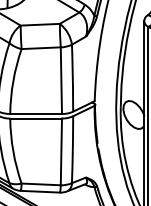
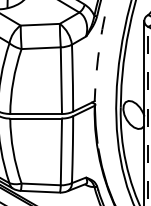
arc at (99, 50): solid -> dashed
line at (148, 115): solid -> dashed
